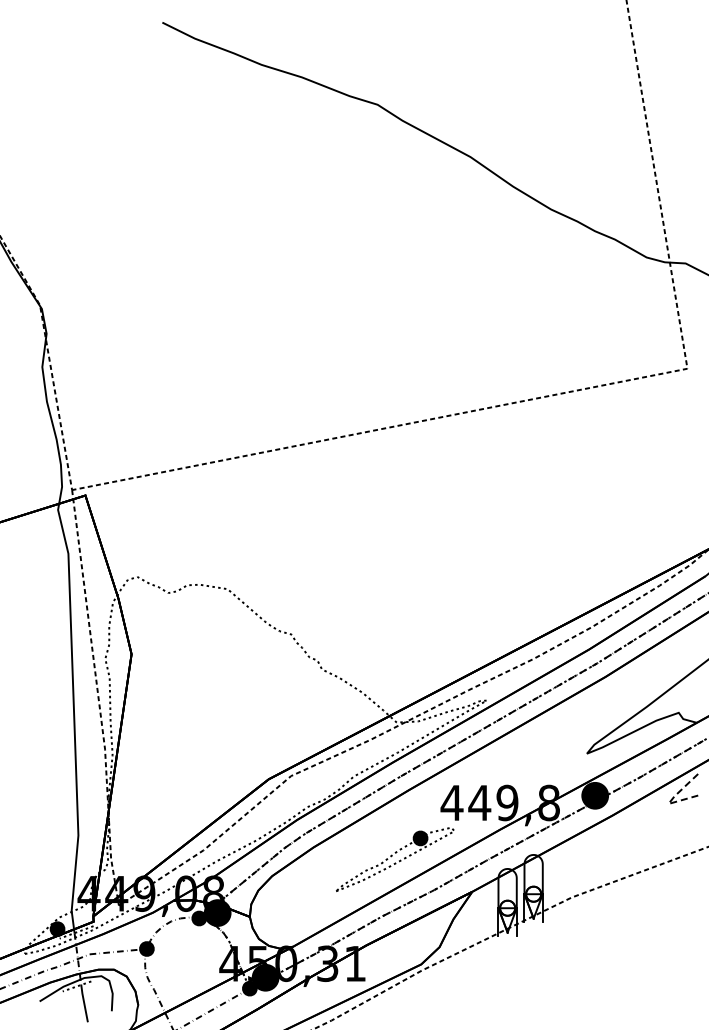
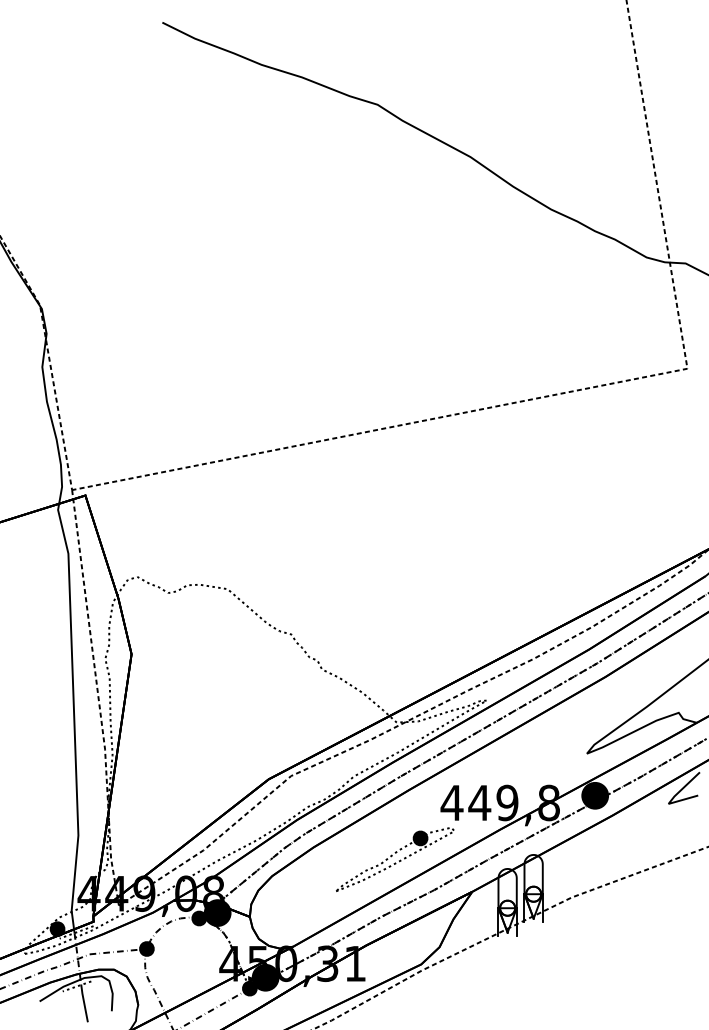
line at (673, 797): dashed -> solid
